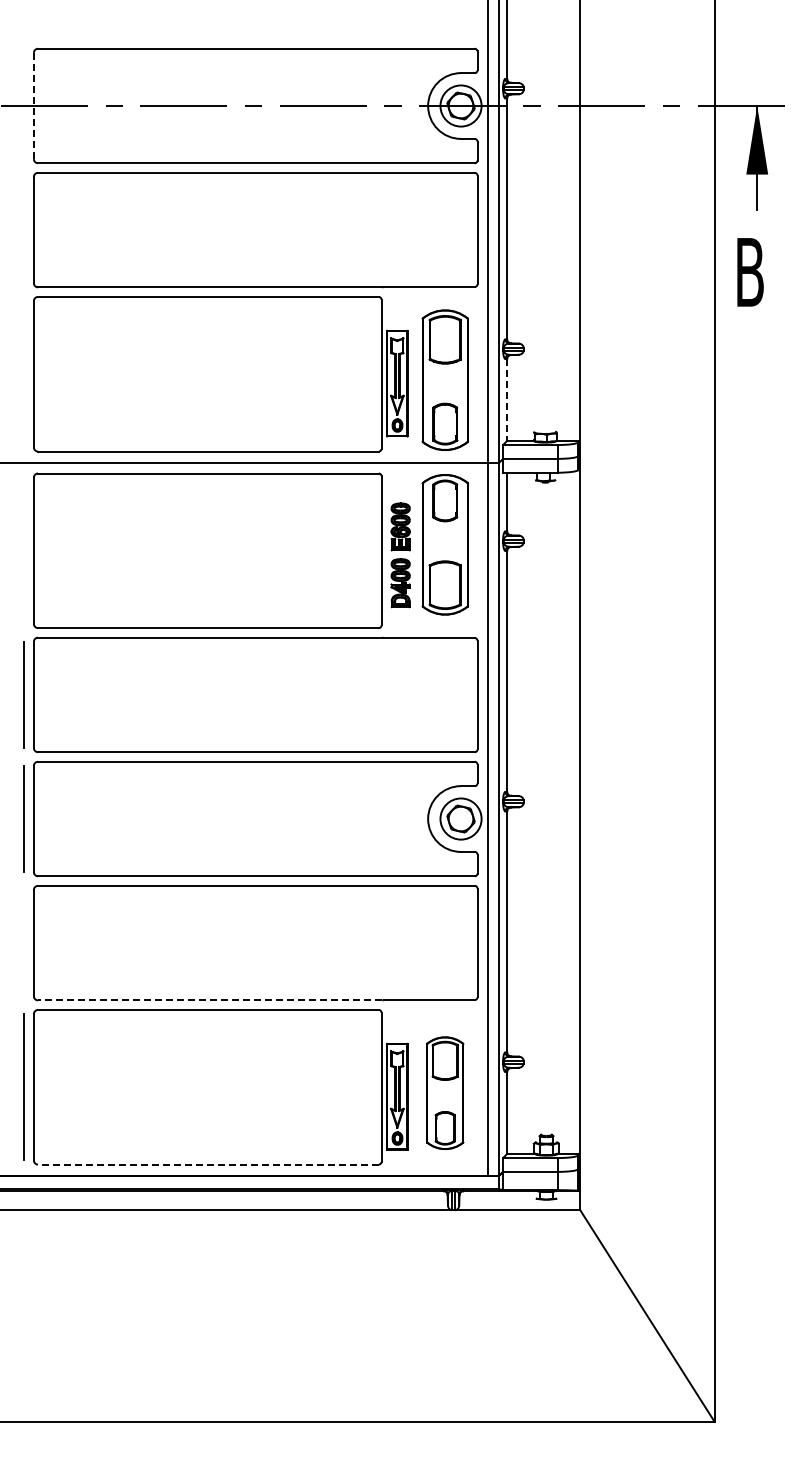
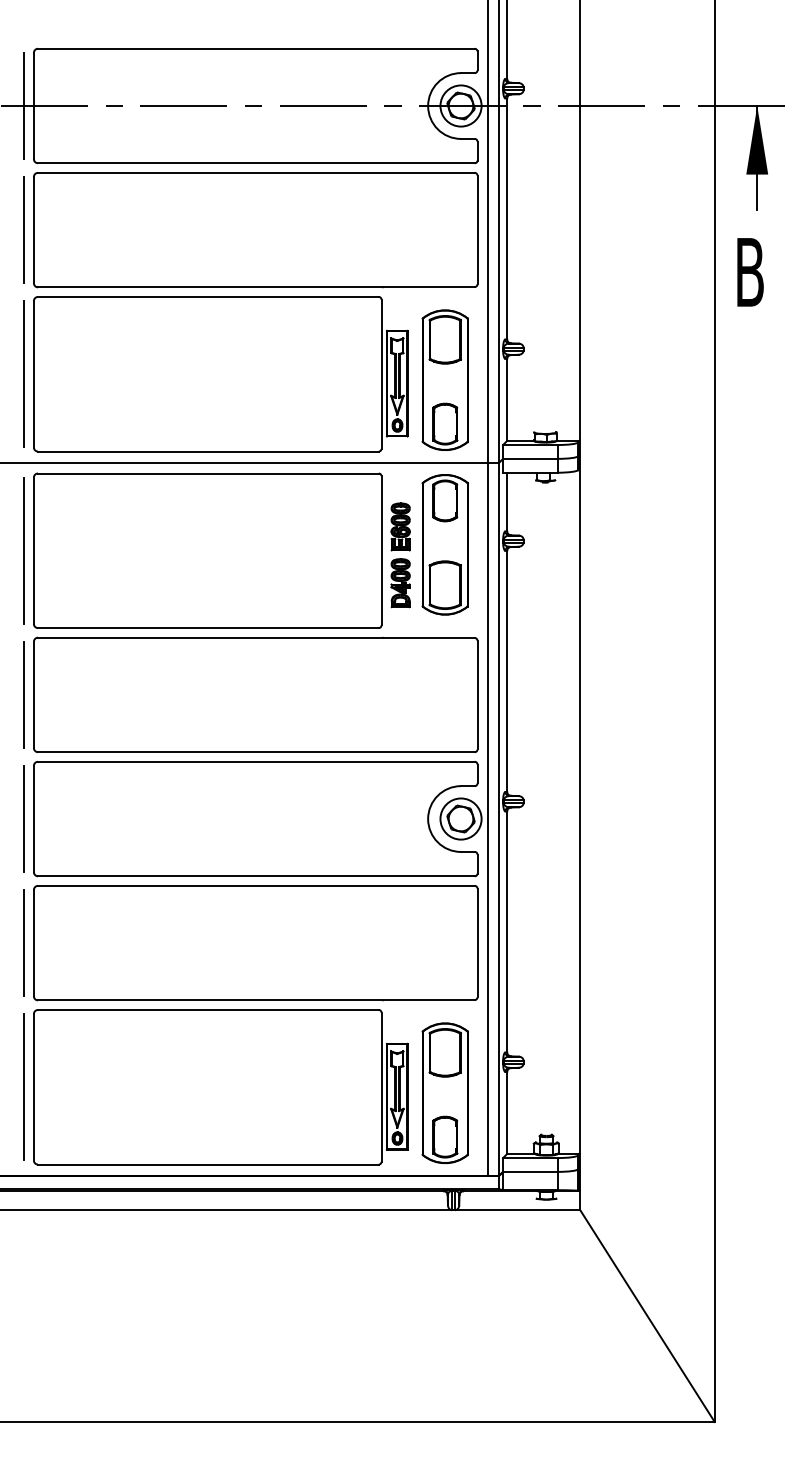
line at (24, 105): none -> present
line at (33, 105): dashed -> solid
line at (24, 229): none -> present
line at (24, 374): none -> present
line at (507, 400): dashed -> solid
line at (24, 550): none -> present
line at (24, 942): none -> present
line at (209, 1000): dashed -> solid
part at (445, 1092) size: 39x114 px -> 48x142 px
line at (207, 1164): dashed -> solid
